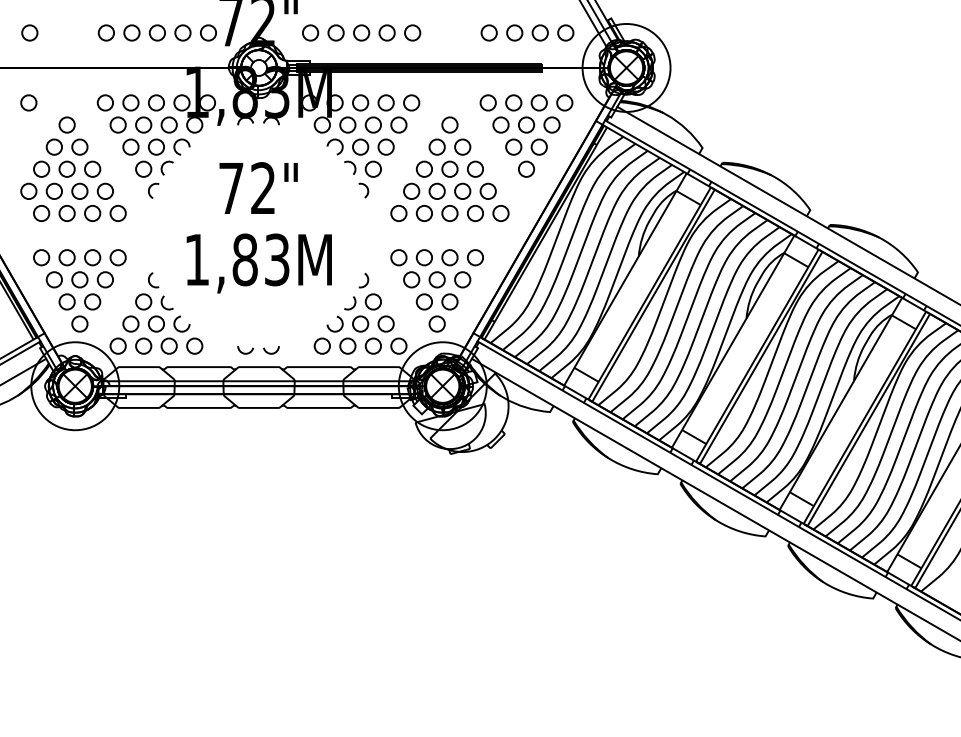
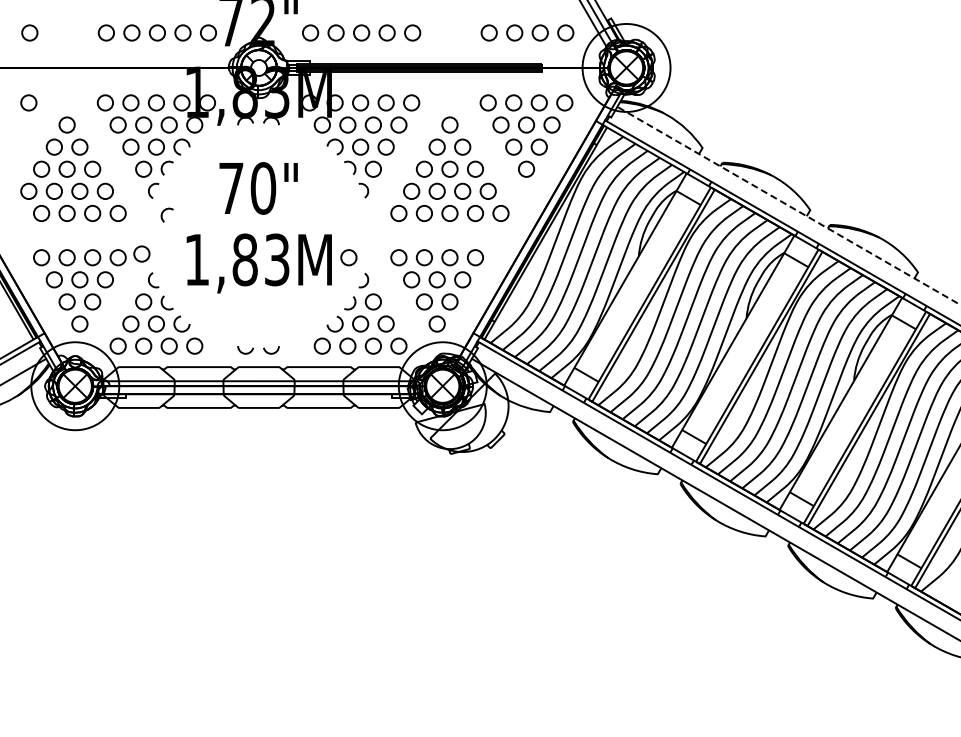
text at (263, 188): 72" -> 70"
line at (788, 205): solid -> dashed
arc at (163, 213): none -> present
circle at (141, 253): none -> present
circle at (348, 257): none -> present
